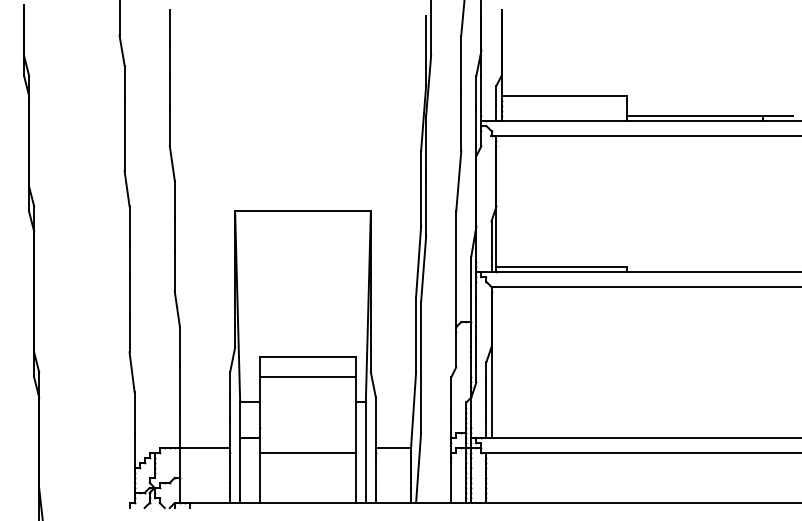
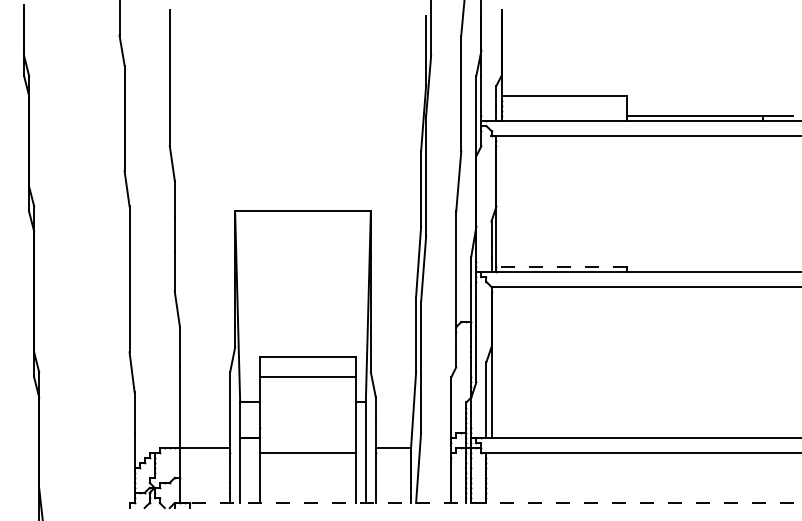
line at (561, 266): solid -> dashed
line at (495, 502): solid -> dashed
